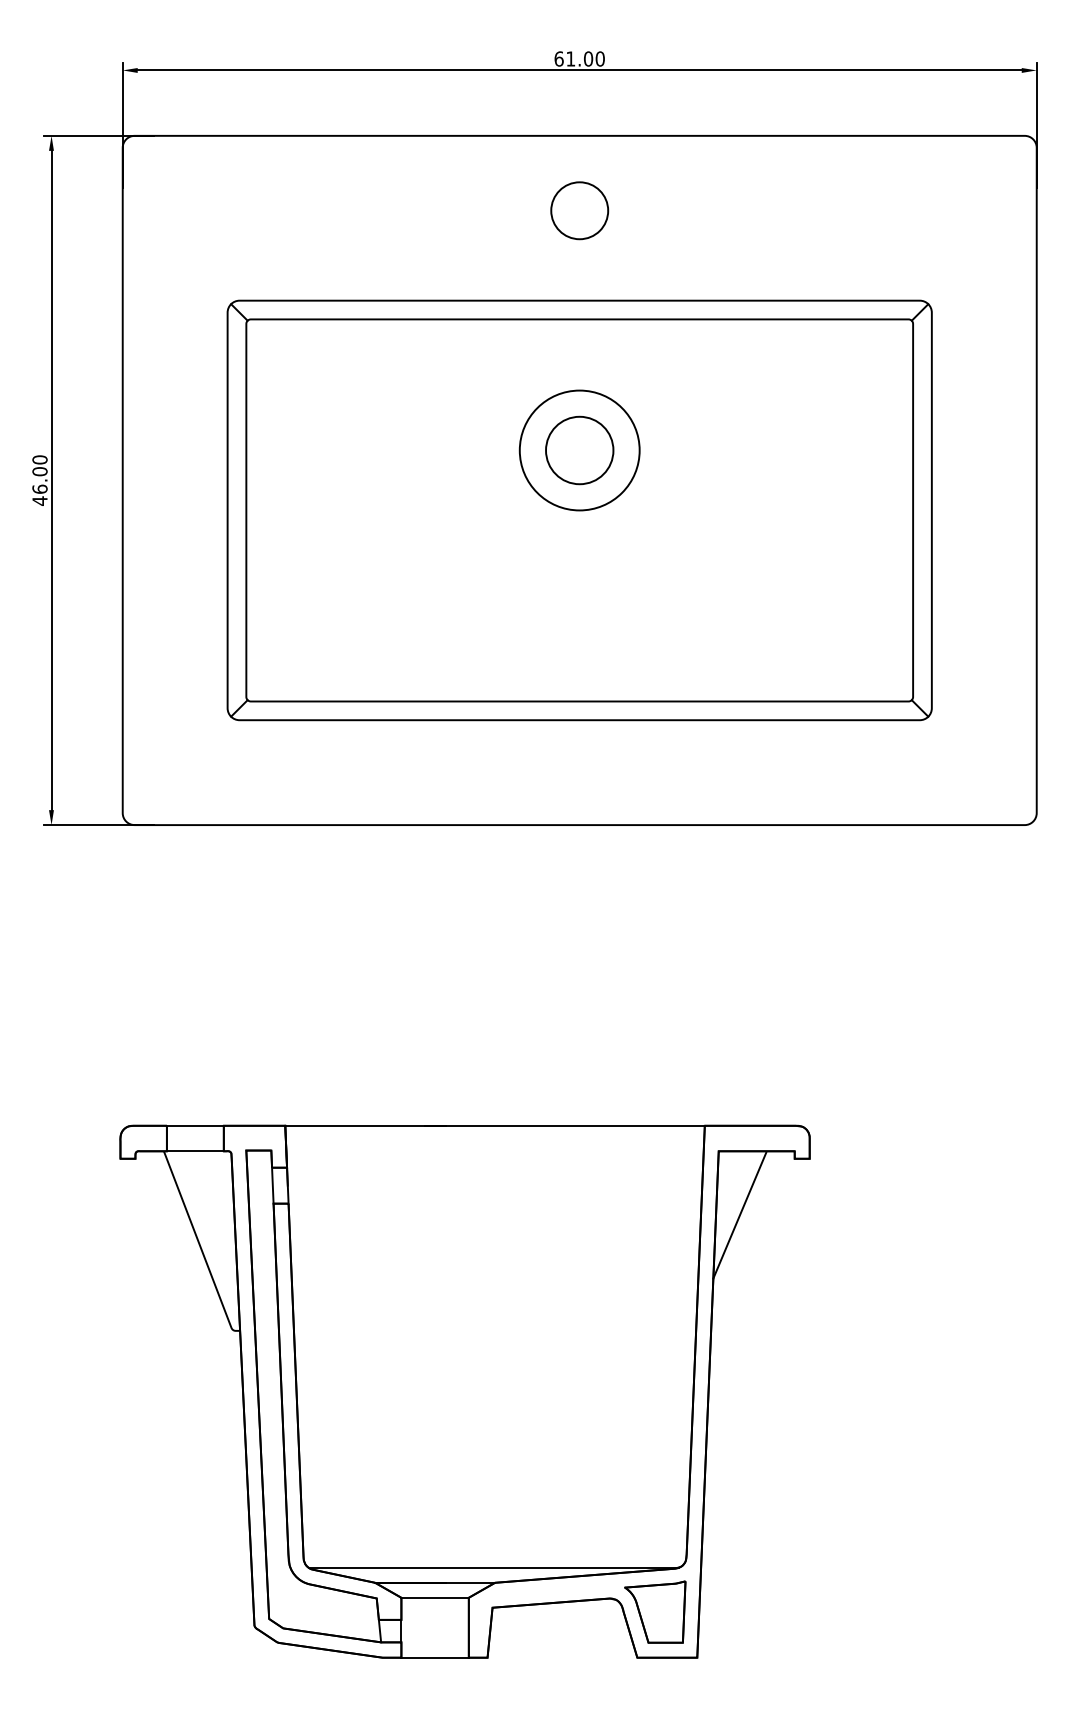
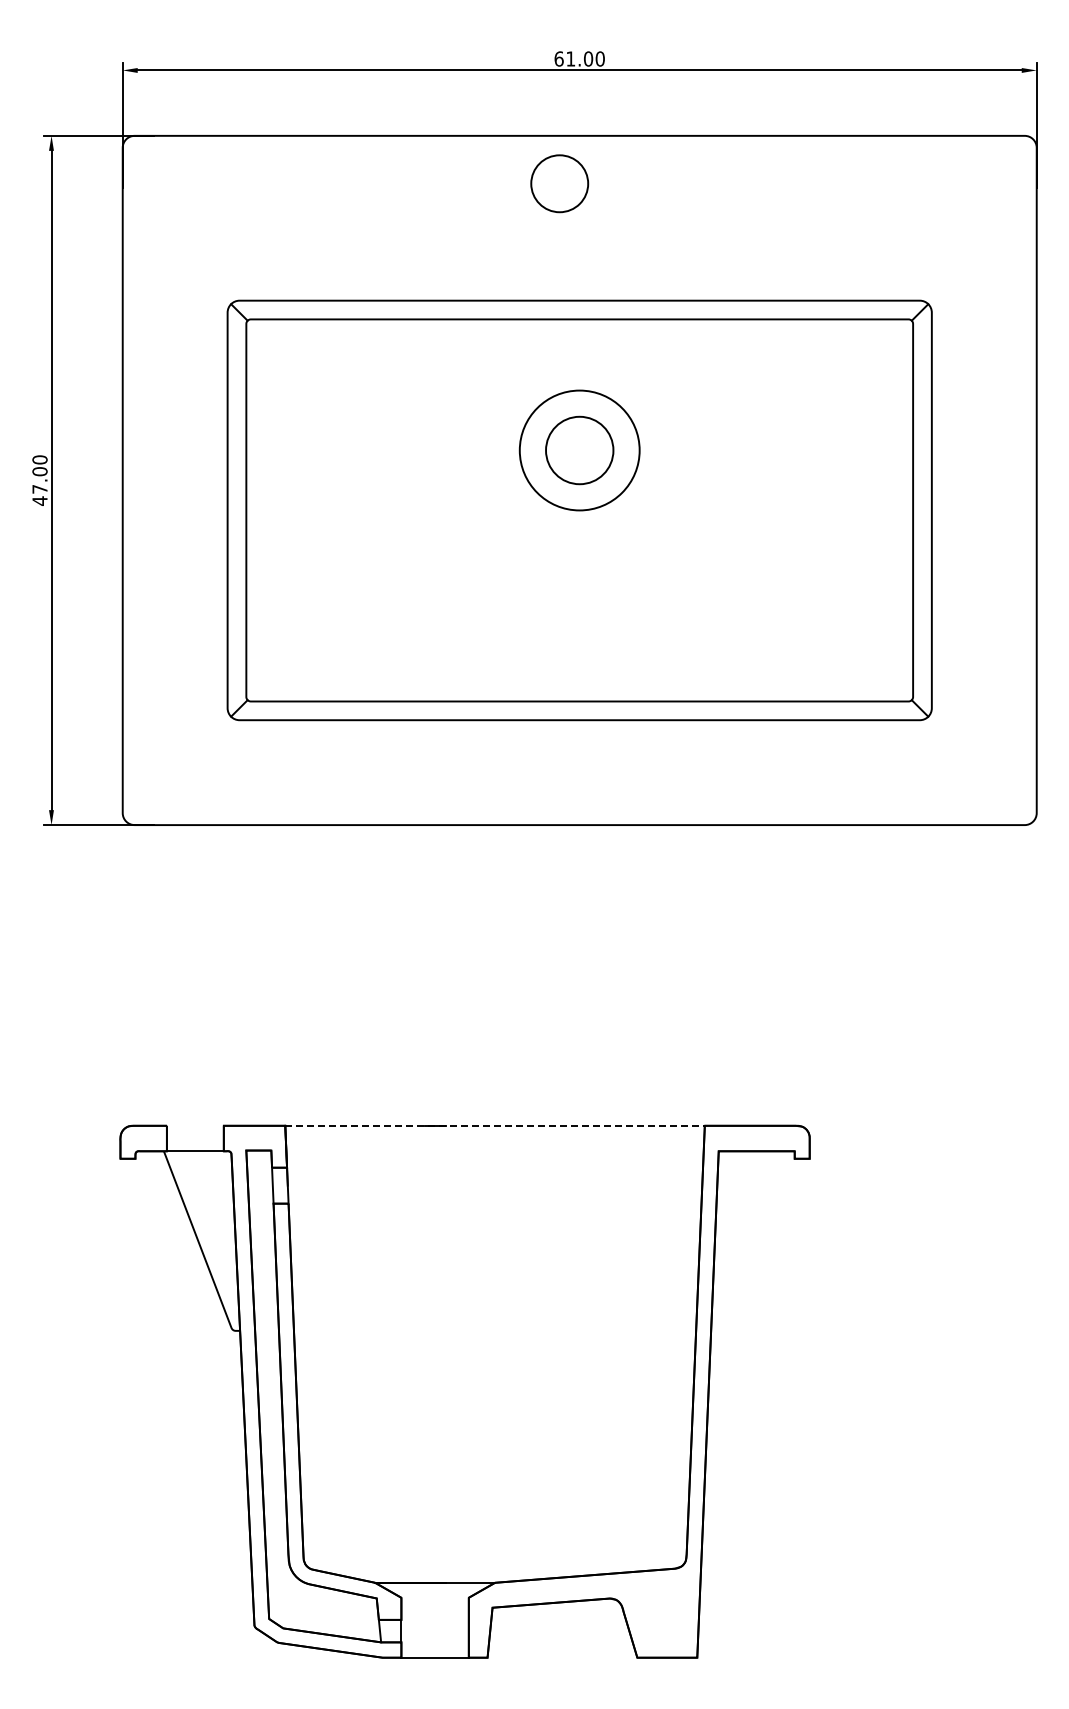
part at (579, 210) position: (579, 210) -> (559, 183)
text at (39, 488): 46.00 -> 47.00
line at (194, 1125): present -> none
line at (495, 1125): solid -> dashed
line at (739, 1215): present -> none
line at (493, 1567): present -> none
line at (434, 1597): present -> none
part at (655, 1611): present -> none
